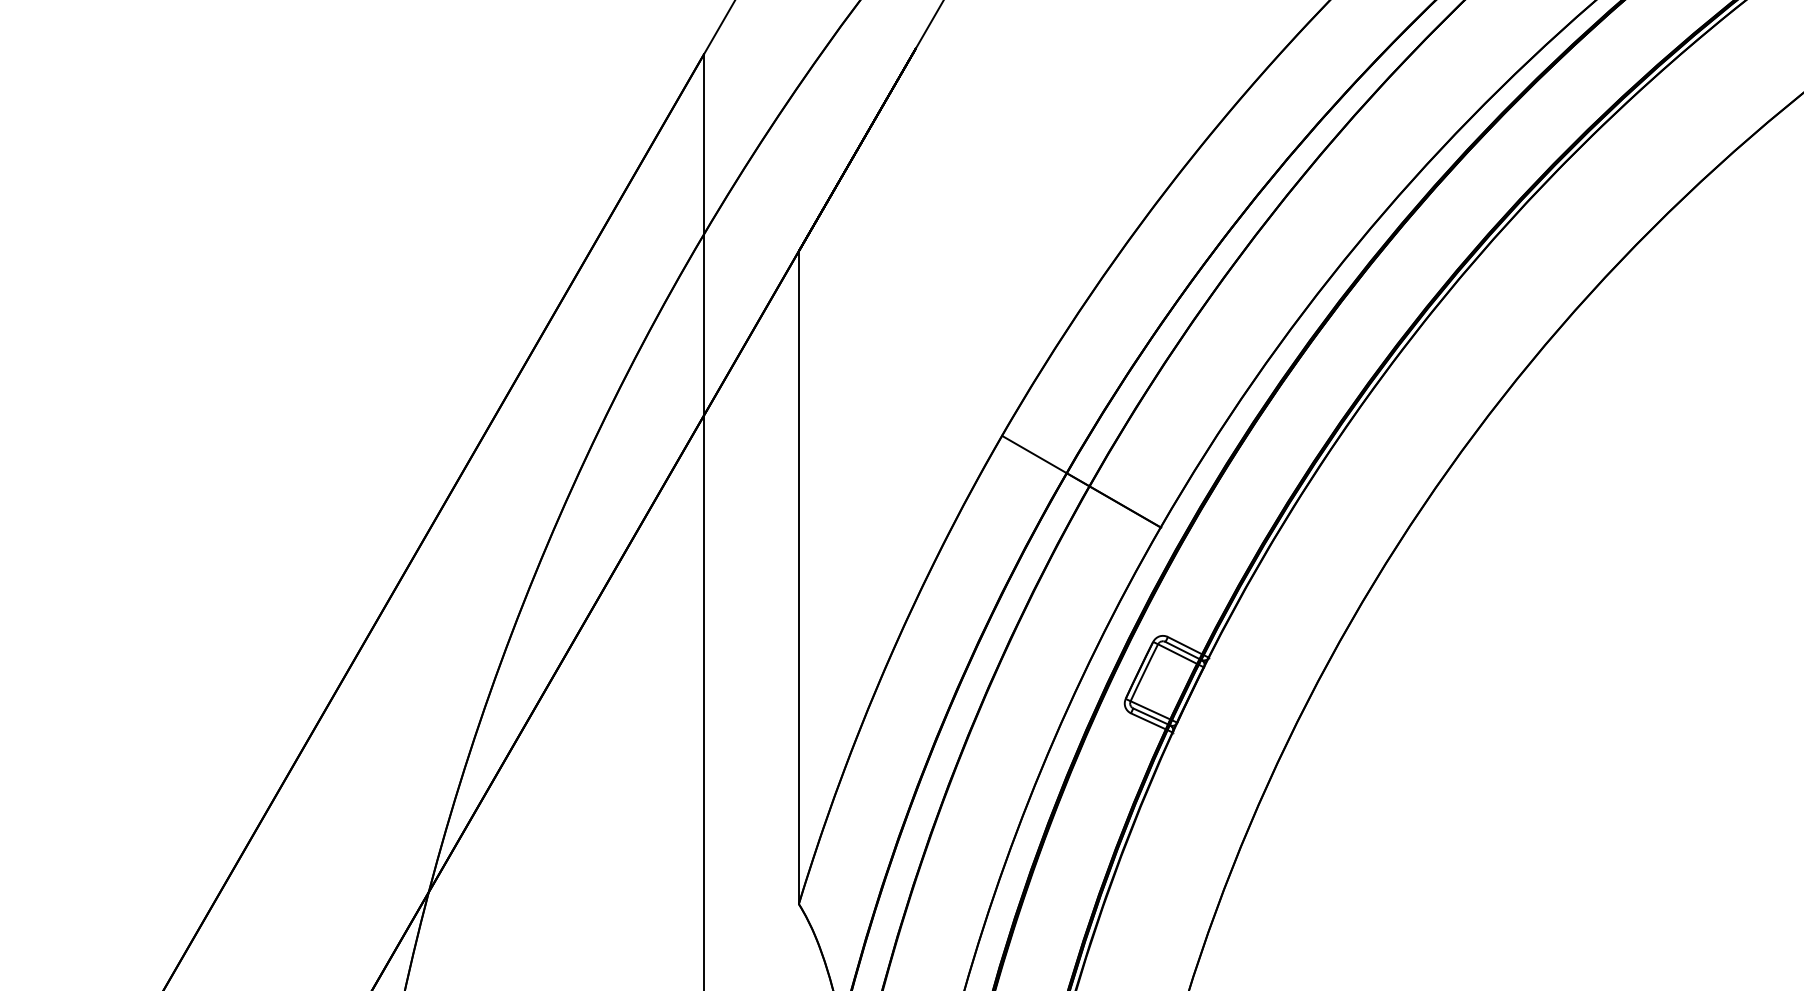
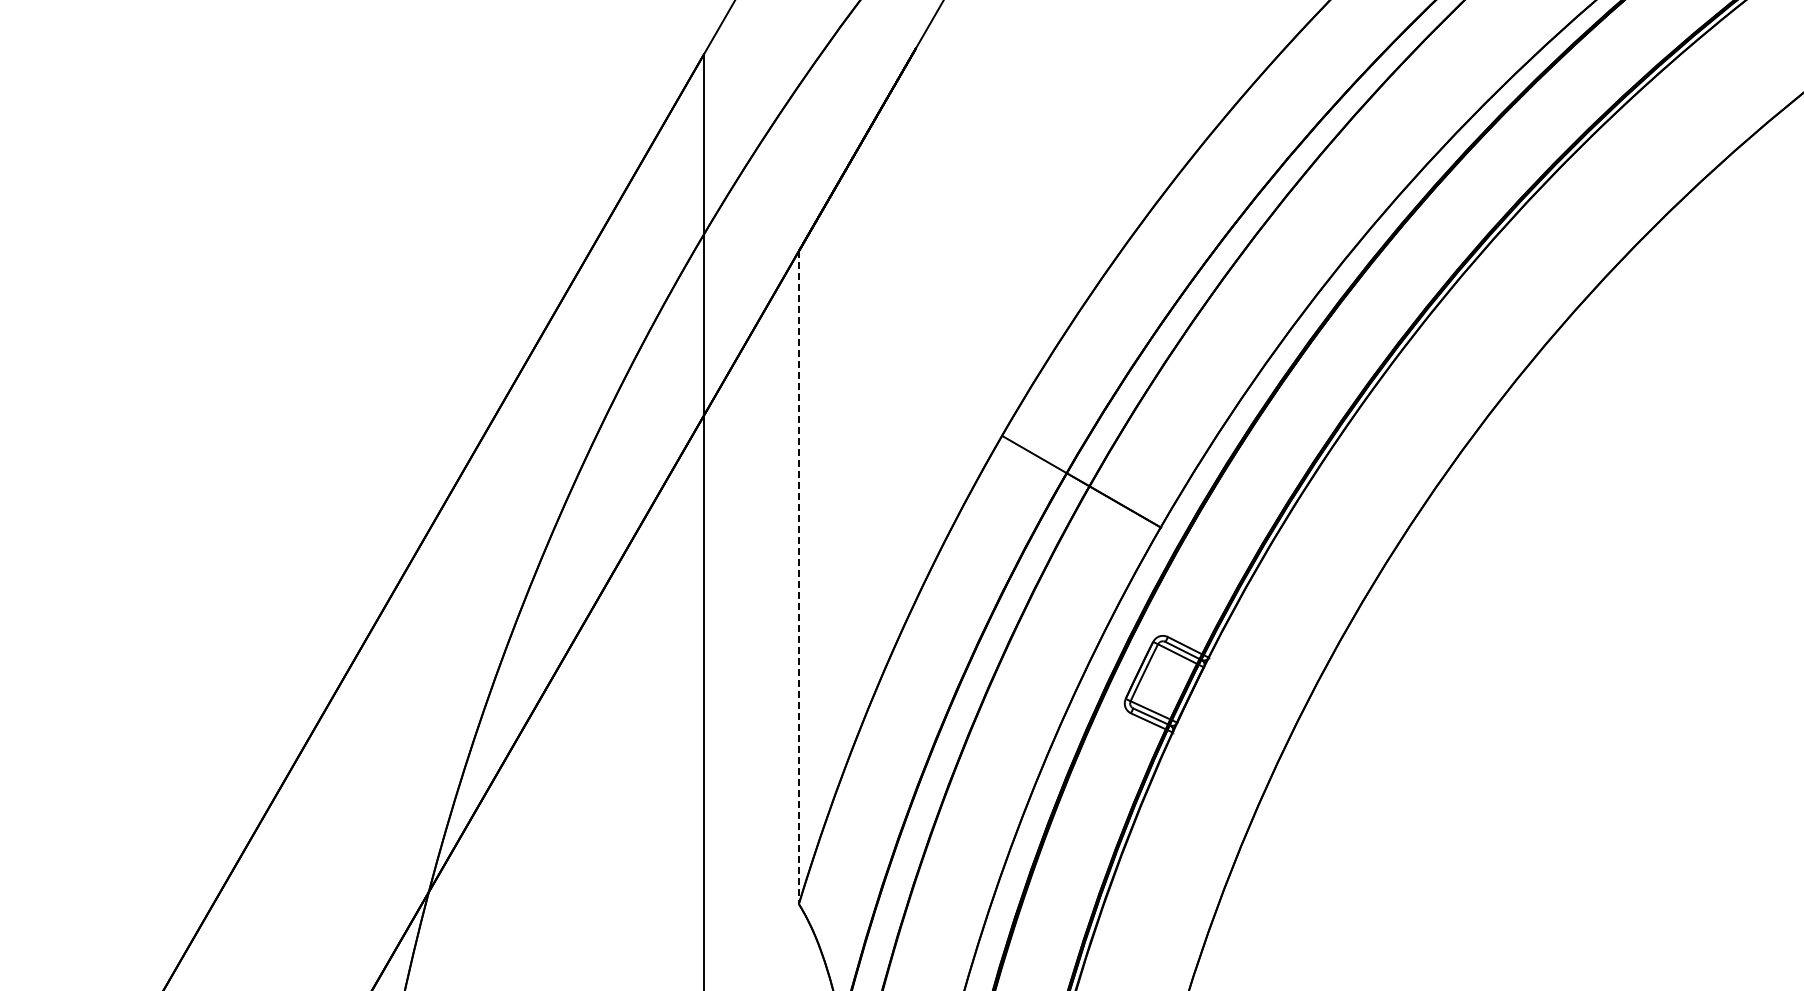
line at (798, 578): solid -> dashed
